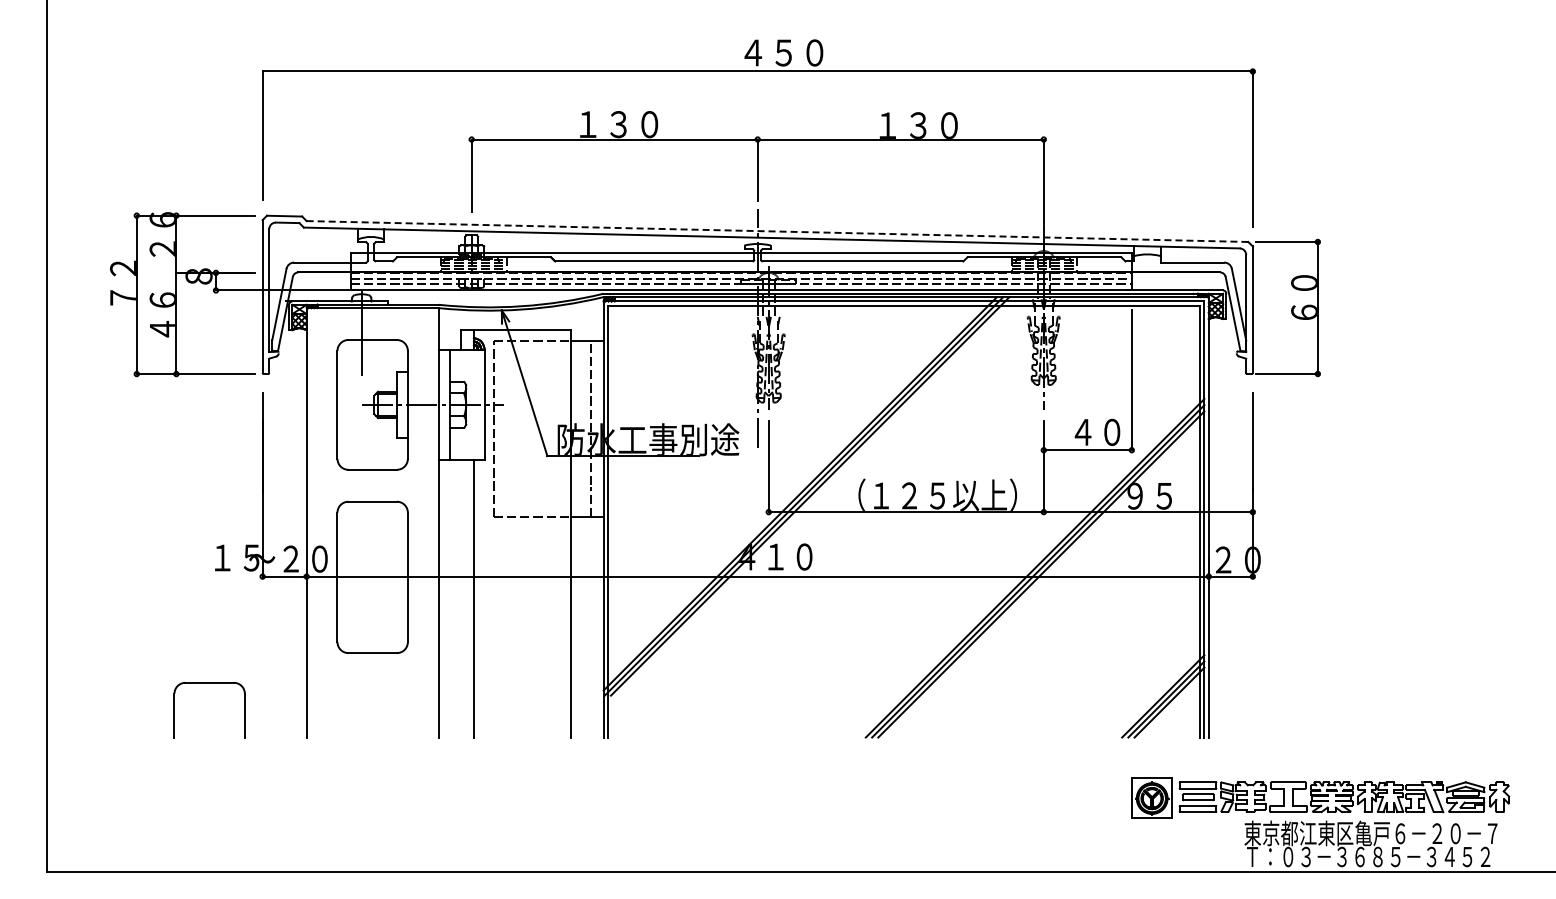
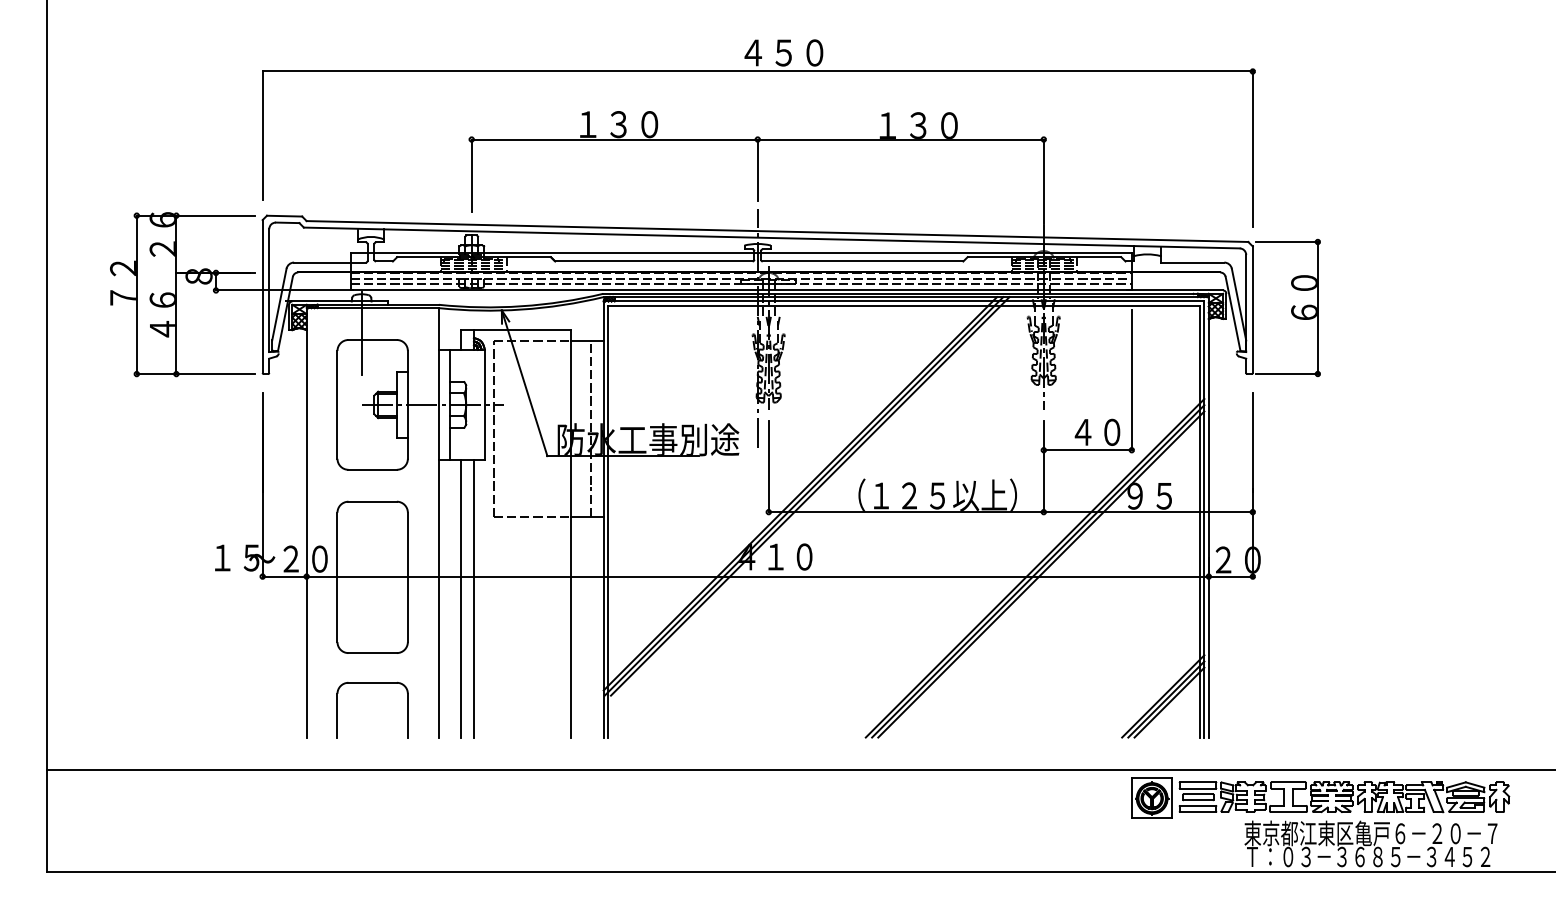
line at (777, 231): dashed -> solid
line at (460, 598): none -> present
part at (209, 683) position: (209, 683) -> (372, 683)
line at (799, 770): none -> present
